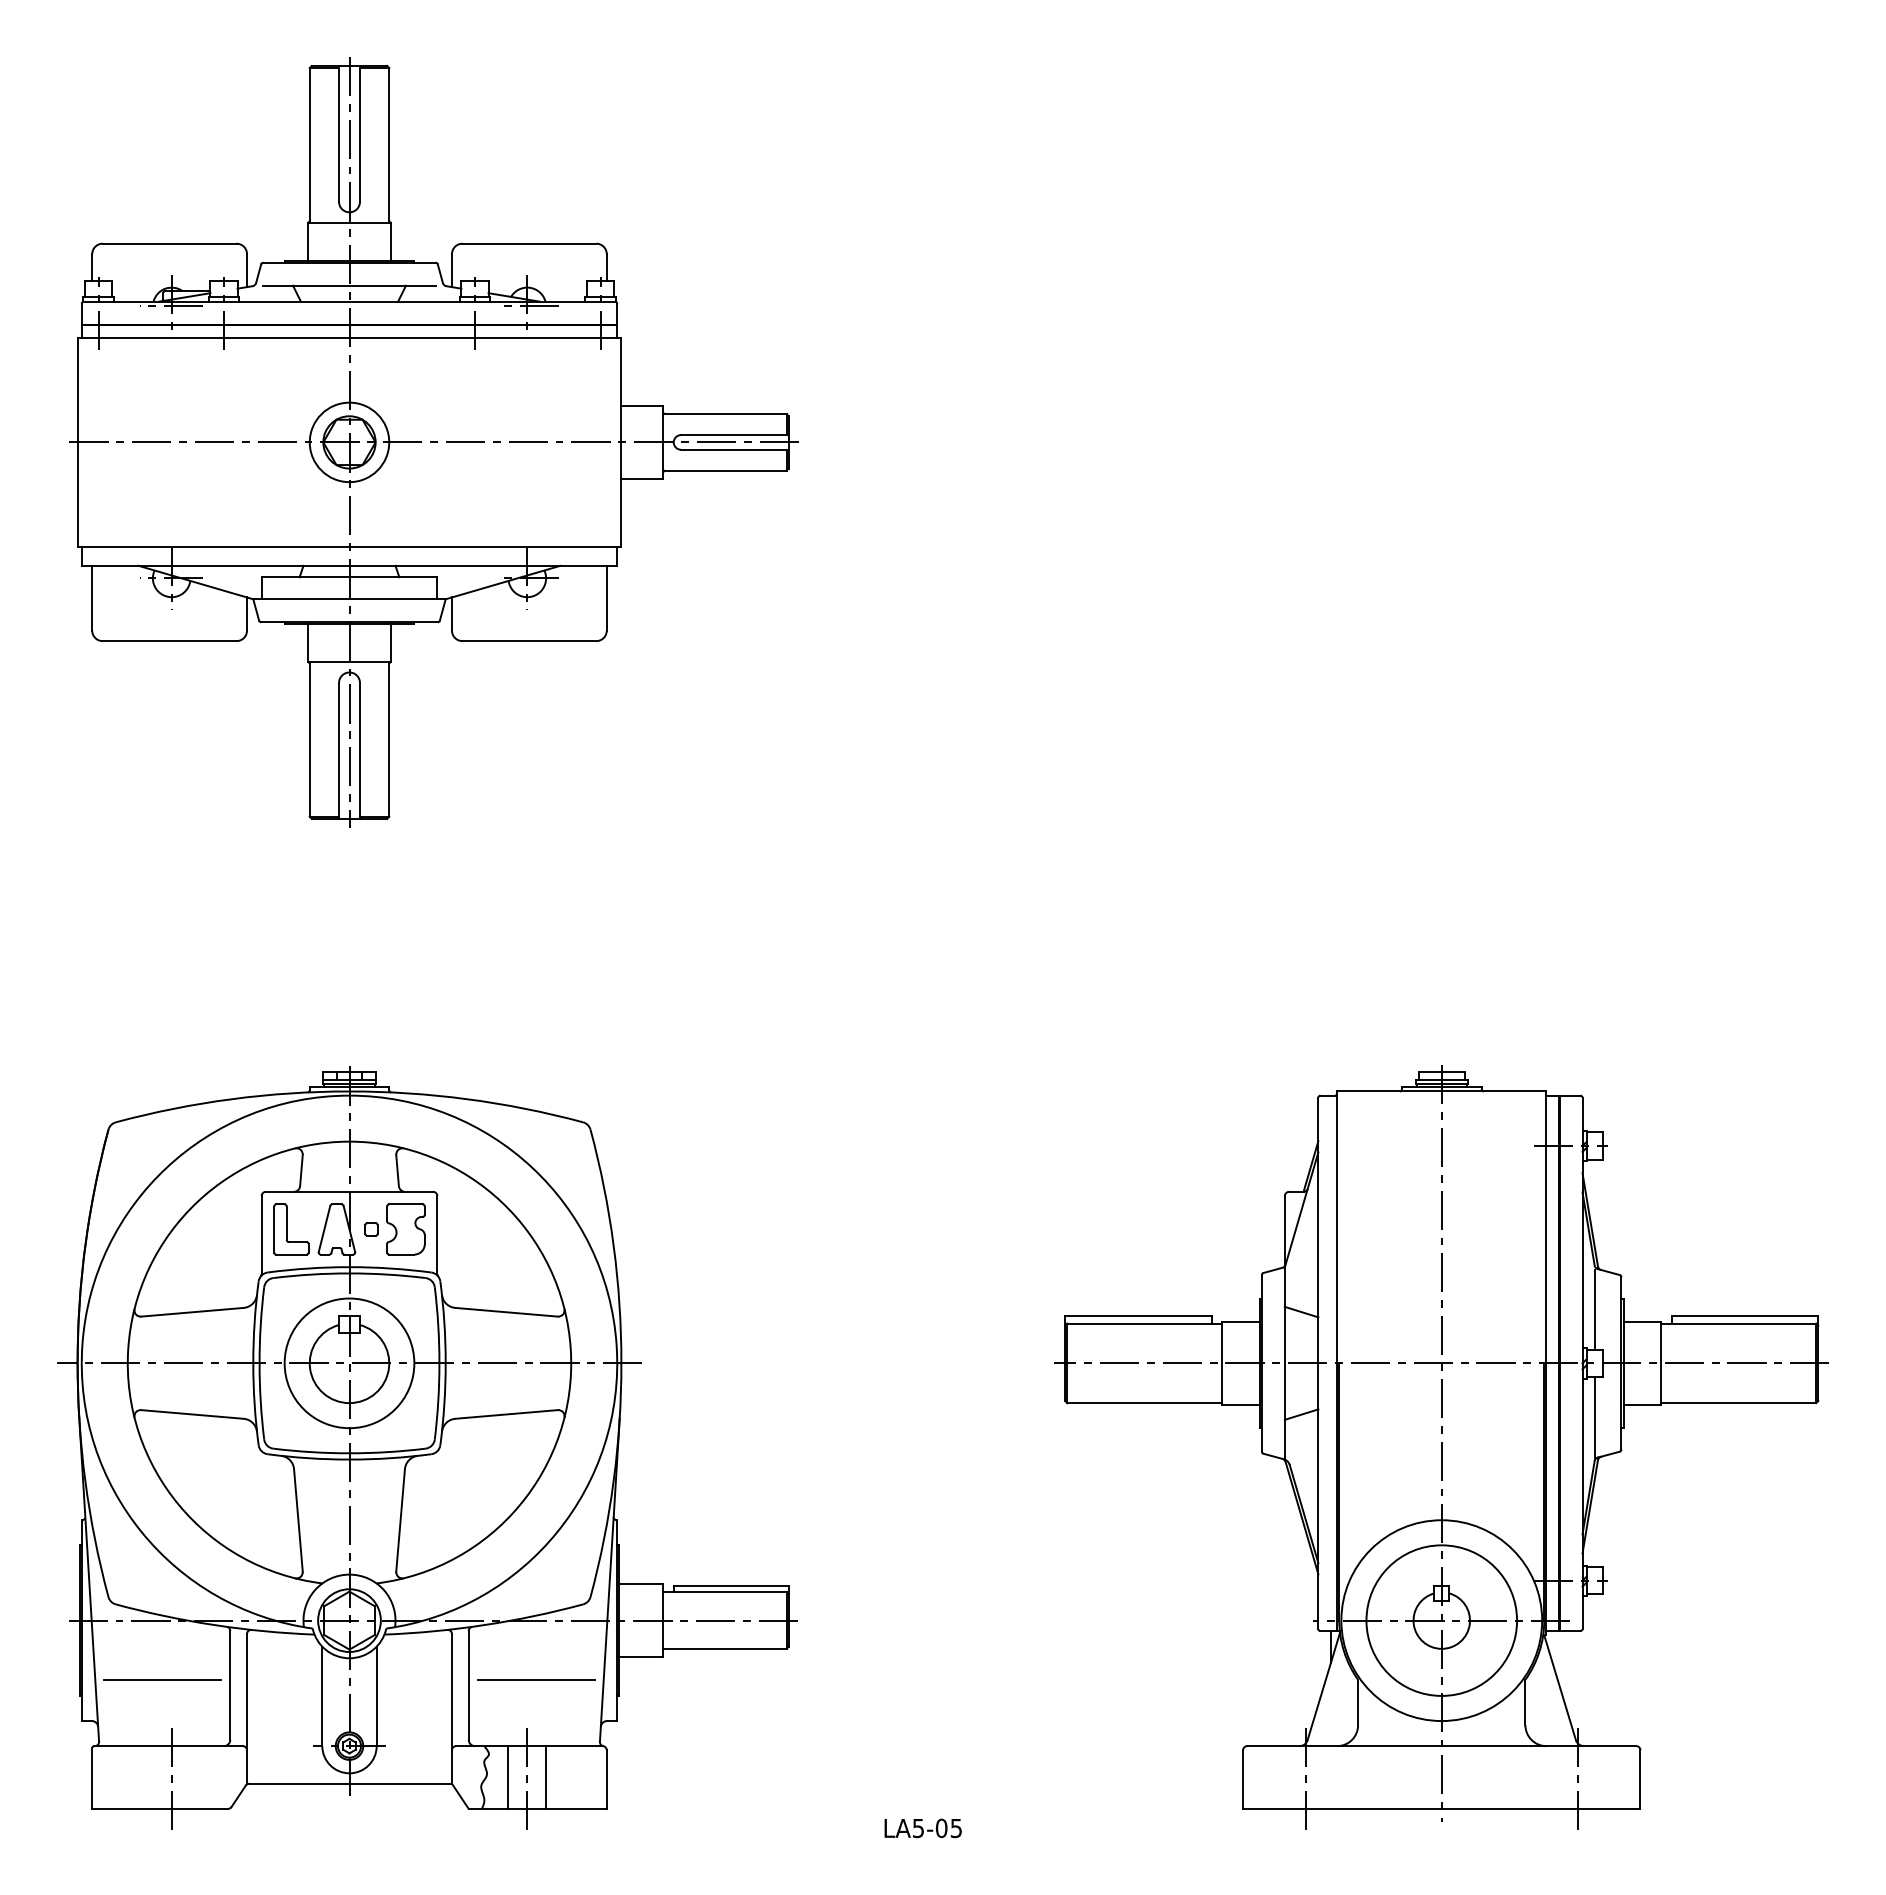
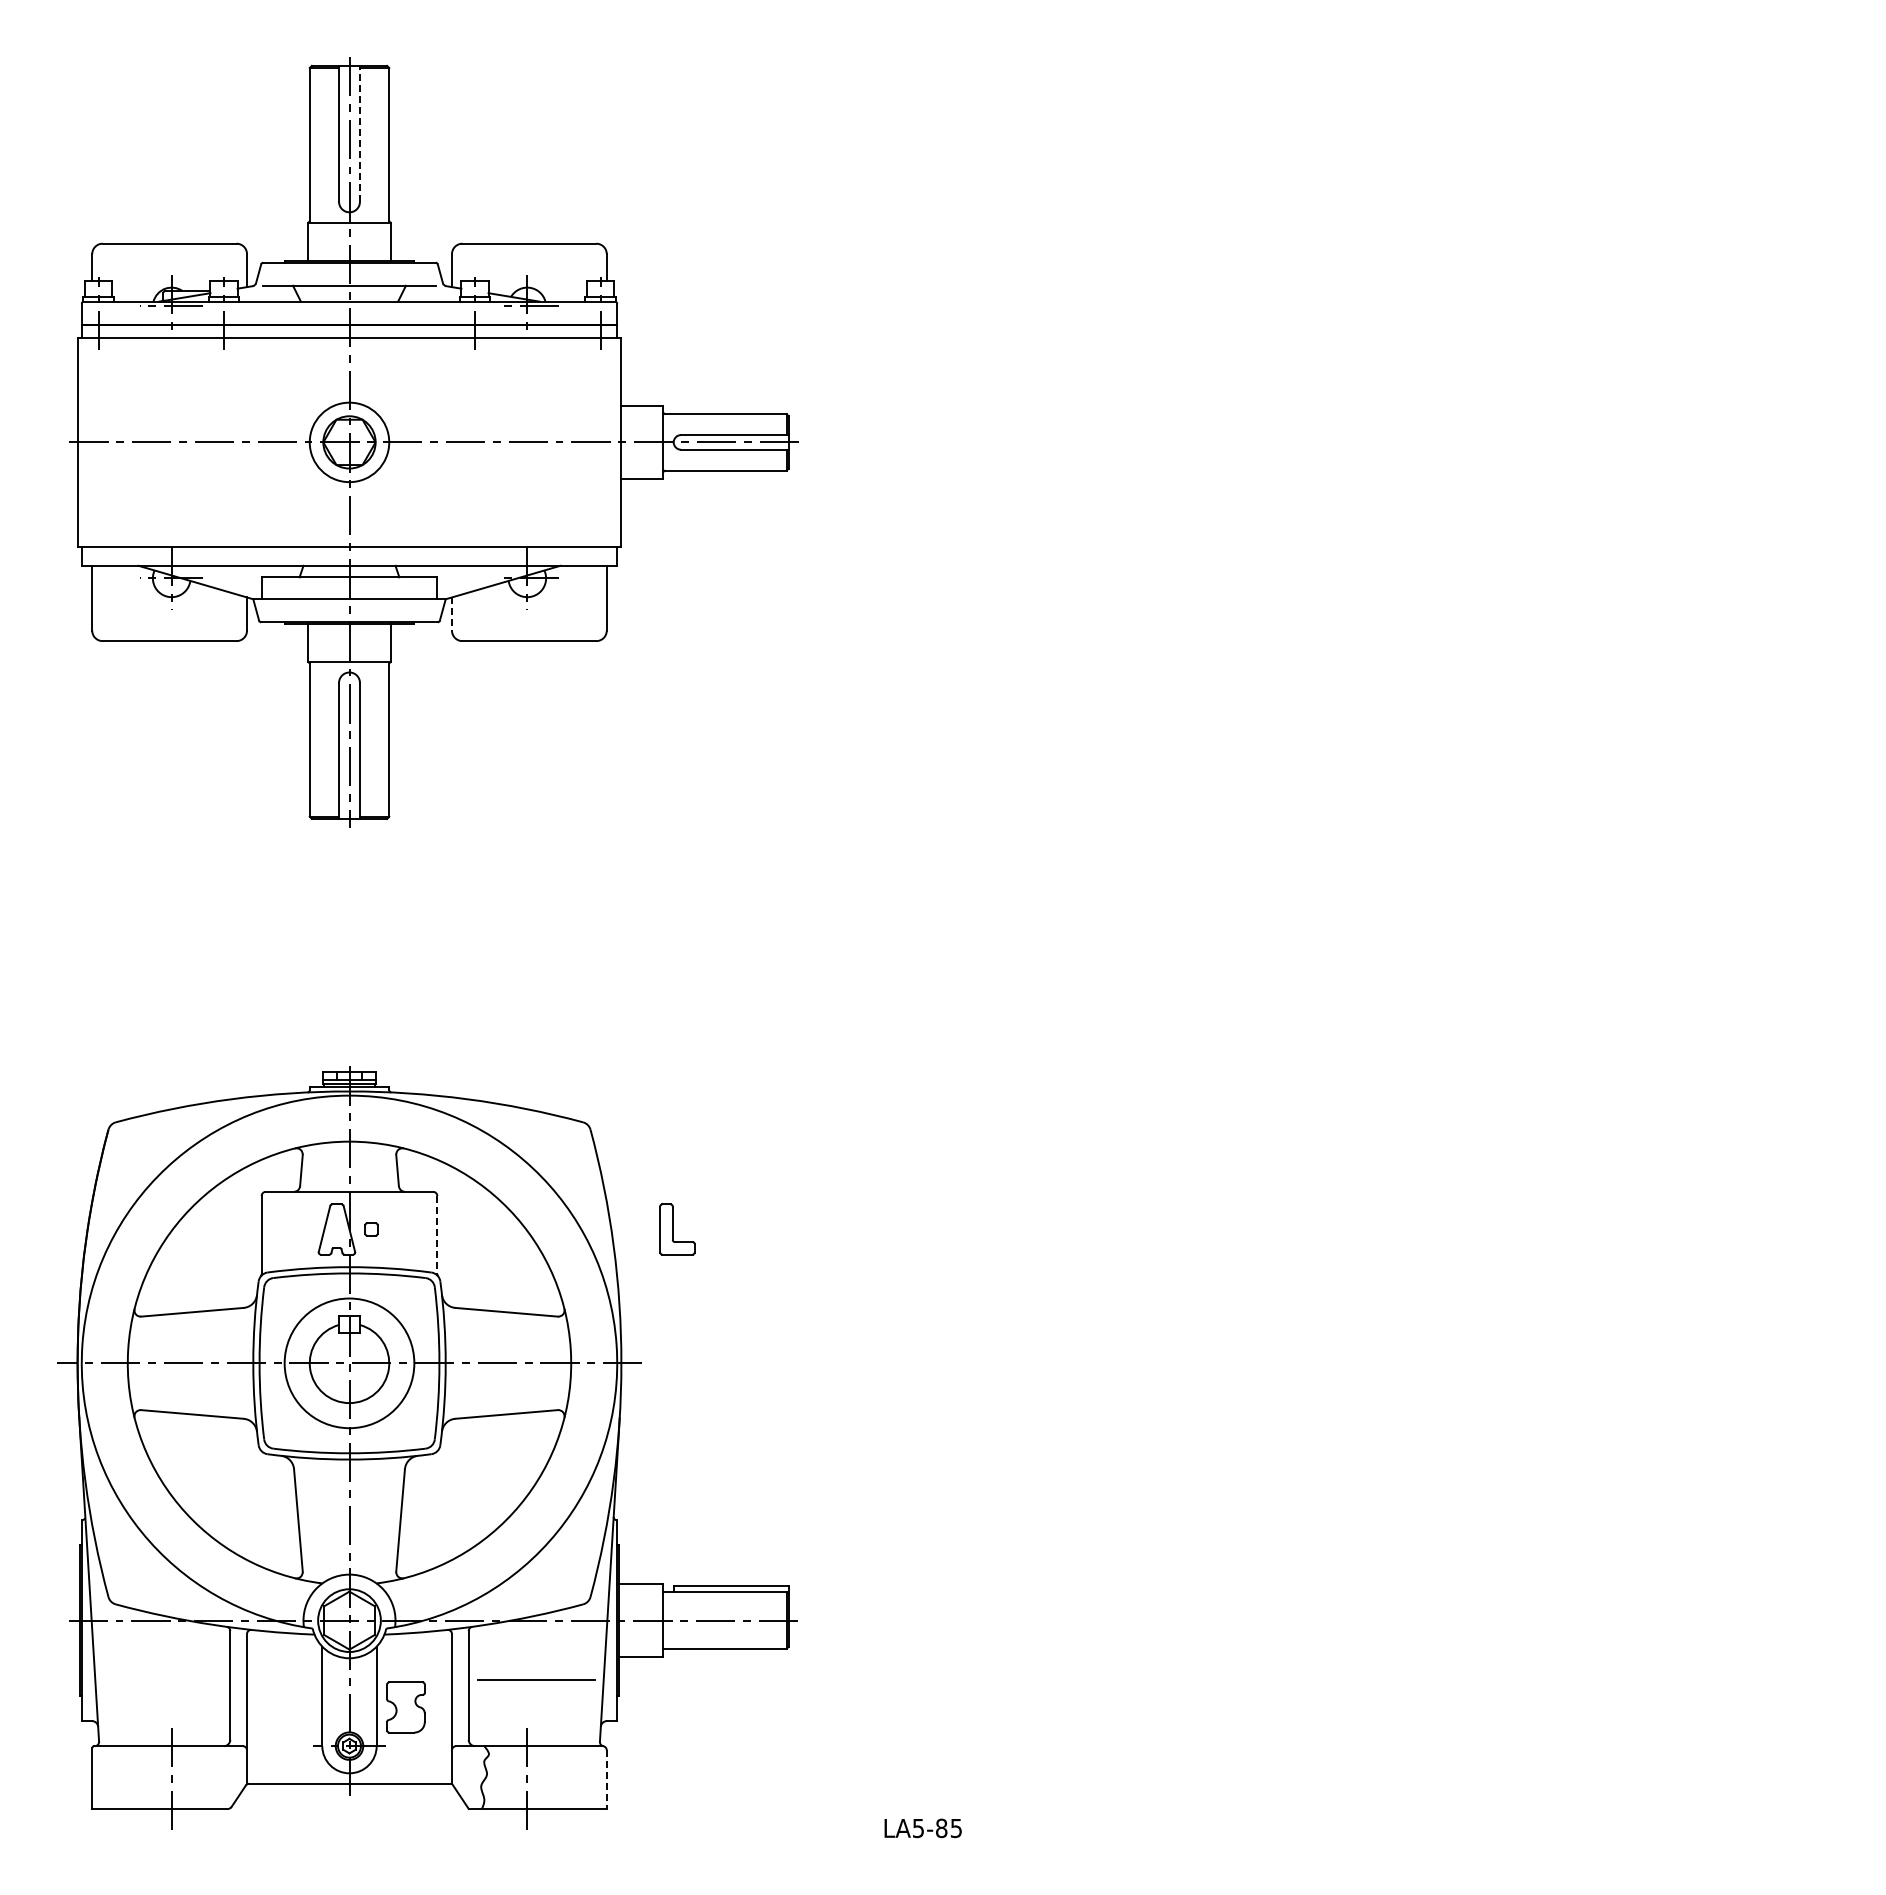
line at (359, 133): solid -> dashed
line at (452, 614): solid -> dashed
part at (291, 1229) position: (291, 1229) -> (677, 1229)
part at (405, 1229) position: (405, 1229) -> (405, 1707)
line at (437, 1234): solid -> dashed
part at (1441, 1447): present -> none
line at (162, 1679): present -> none
line at (508, 1777): present -> none
line at (546, 1777): present -> none
line at (606, 1780): solid -> dashed
text at (941, 1828): LA5-05 -> LA5-85
